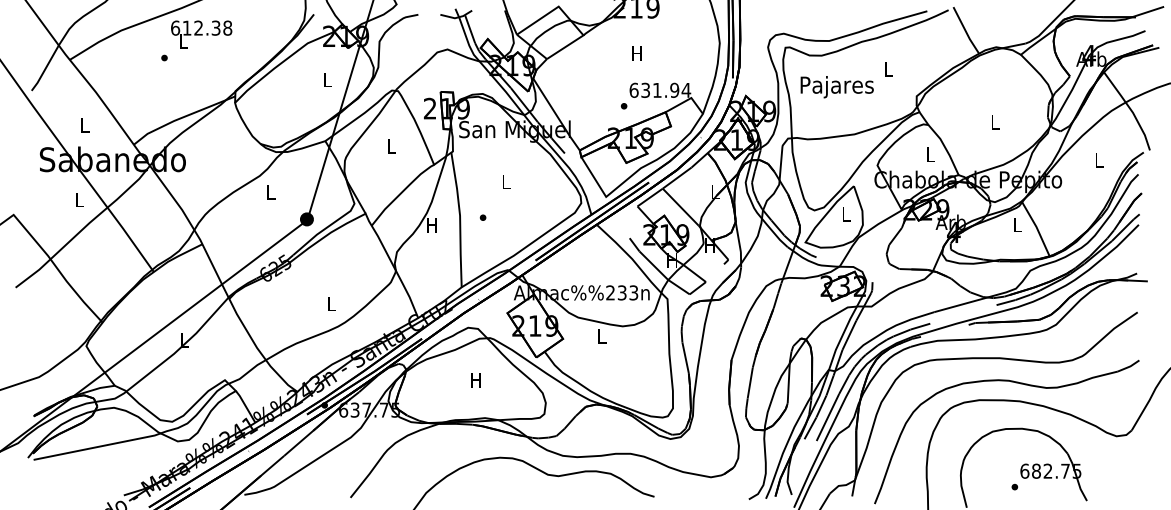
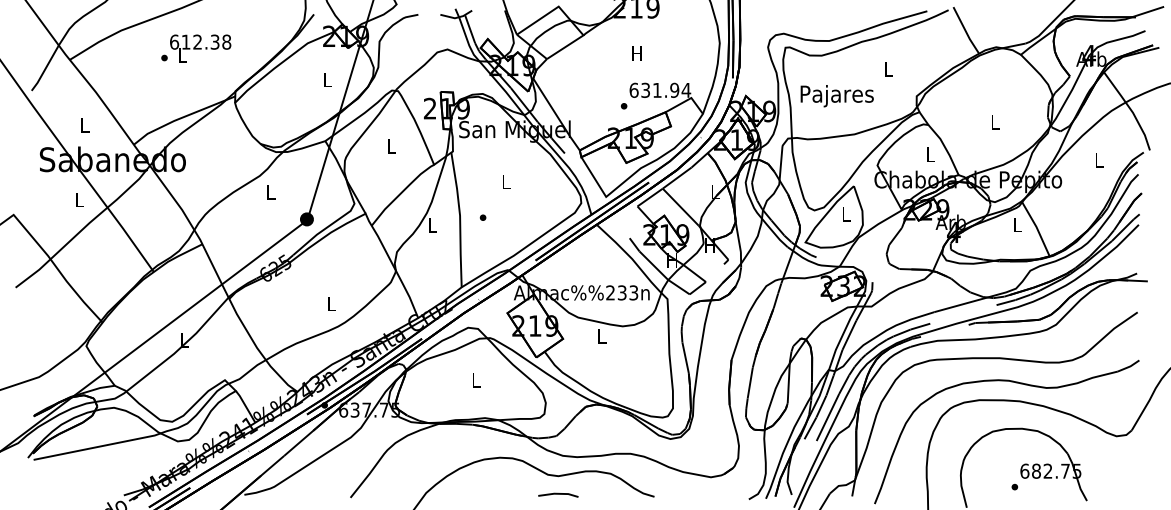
text at (201, 34) position: (201, 34) -> (200, 48)
text at (836, 87) position: (836, 87) -> (836, 96)
text at (431, 225): H -> L
text at (475, 380): H -> L
line at (558, 494): none -> present
